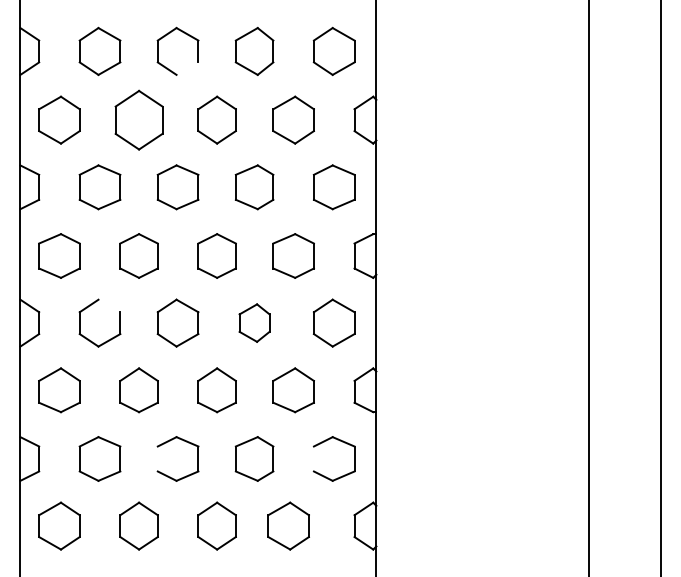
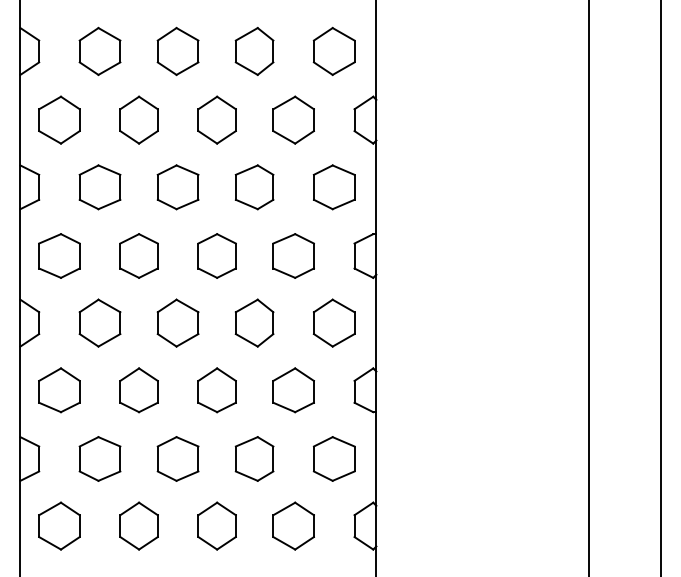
line at (187, 68): none -> present
part at (138, 119) size: 50x62 px -> 40x50 px
line at (109, 305): none -> present
part at (254, 322) size: 33x40 px -> 41x50 px
line at (157, 458): none -> present
line at (313, 458): none -> present
part at (288, 525) position: (288, 525) -> (293, 525)
